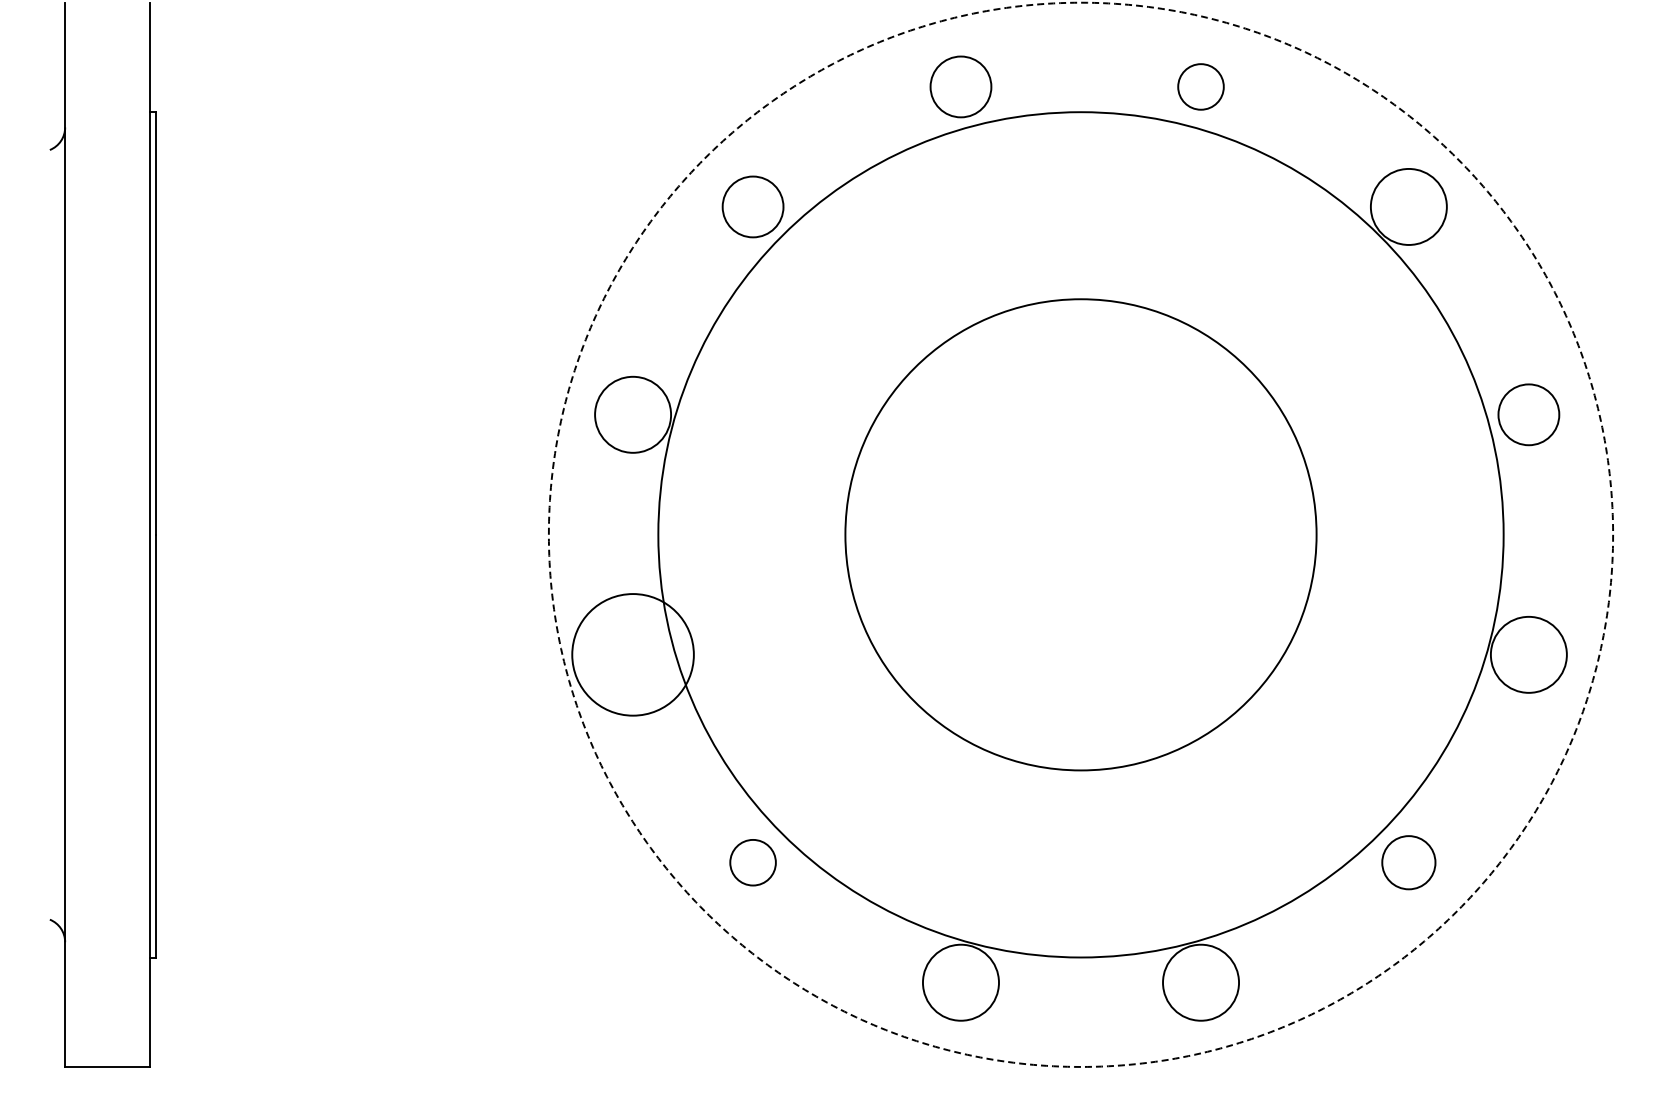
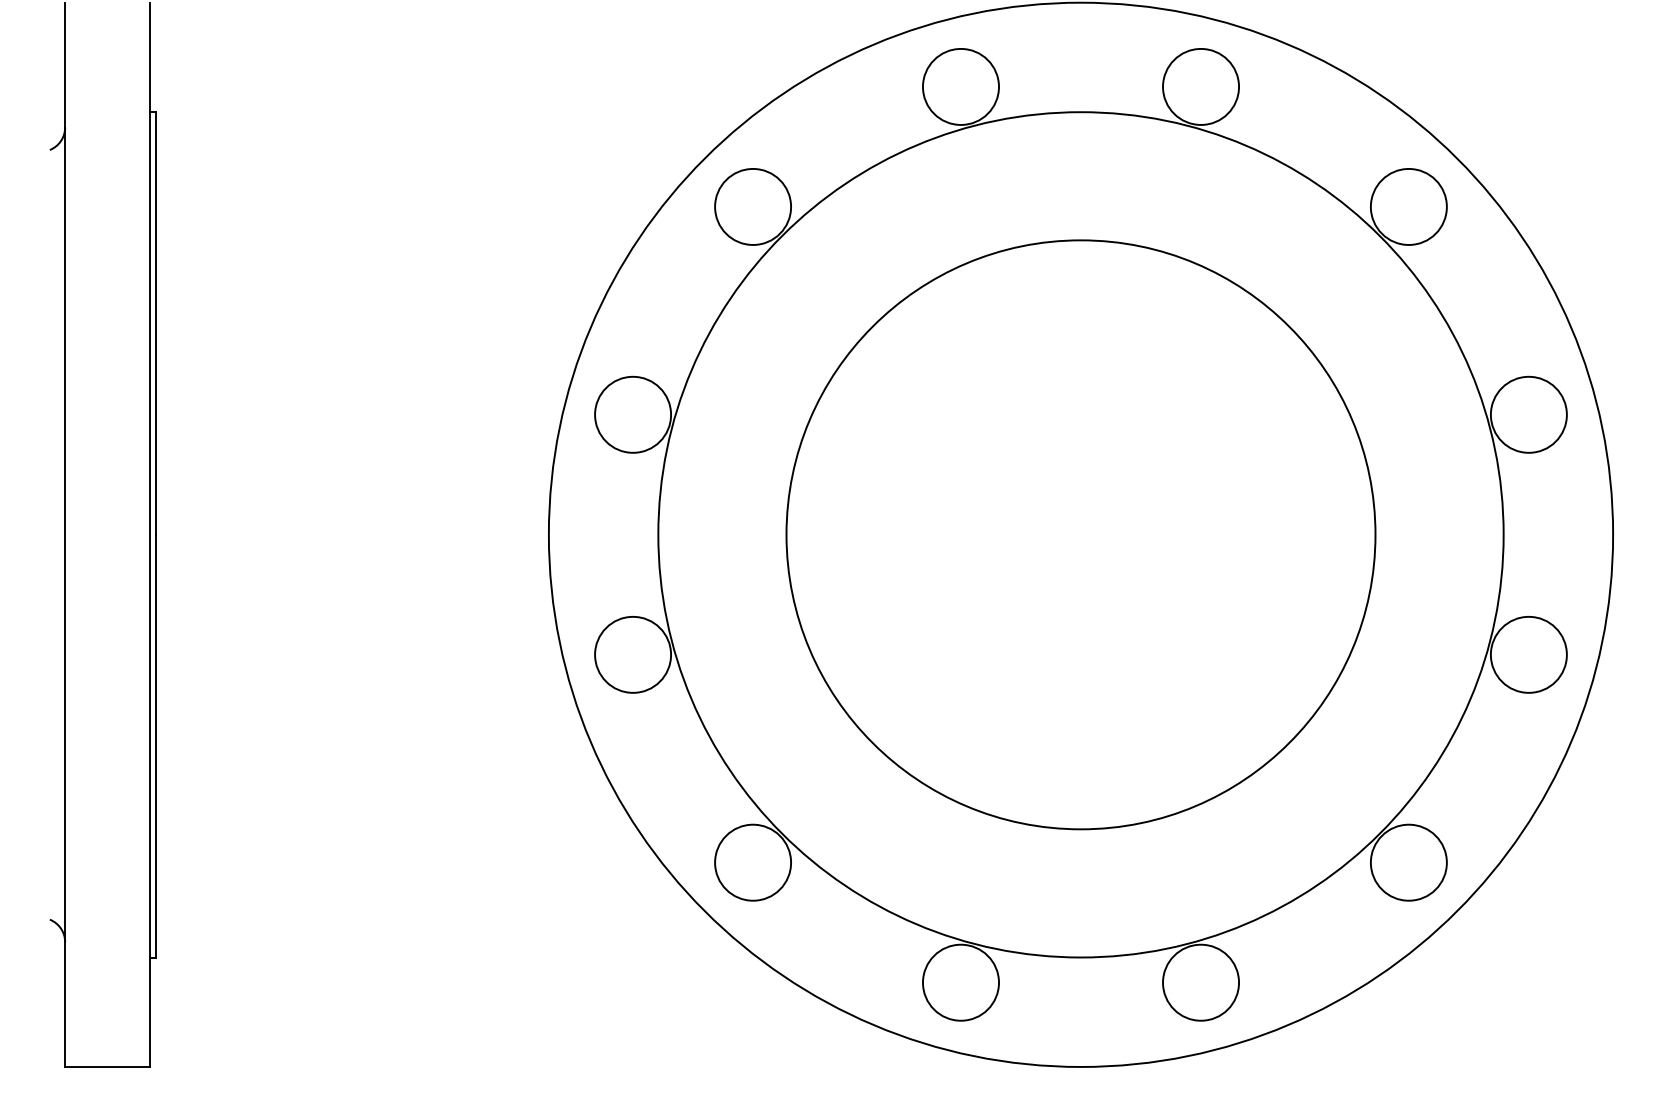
circle at (960, 86) diameter: 61 px -> 76 px
circle at (1200, 86) diameter: 46 px -> 76 px
circle at (752, 206) diameter: 61 px -> 76 px
circle at (1528, 414) diameter: 61 px -> 76 px
circle at (1080, 534) diameter: 471 px -> 589 px
circle at (1080, 534): dashed -> solid
circle at (632, 654) diameter: 122 px -> 76 px
circle at (752, 862) diameter: 46 px -> 76 px
circle at (1408, 862) diameter: 53 px -> 76 px
